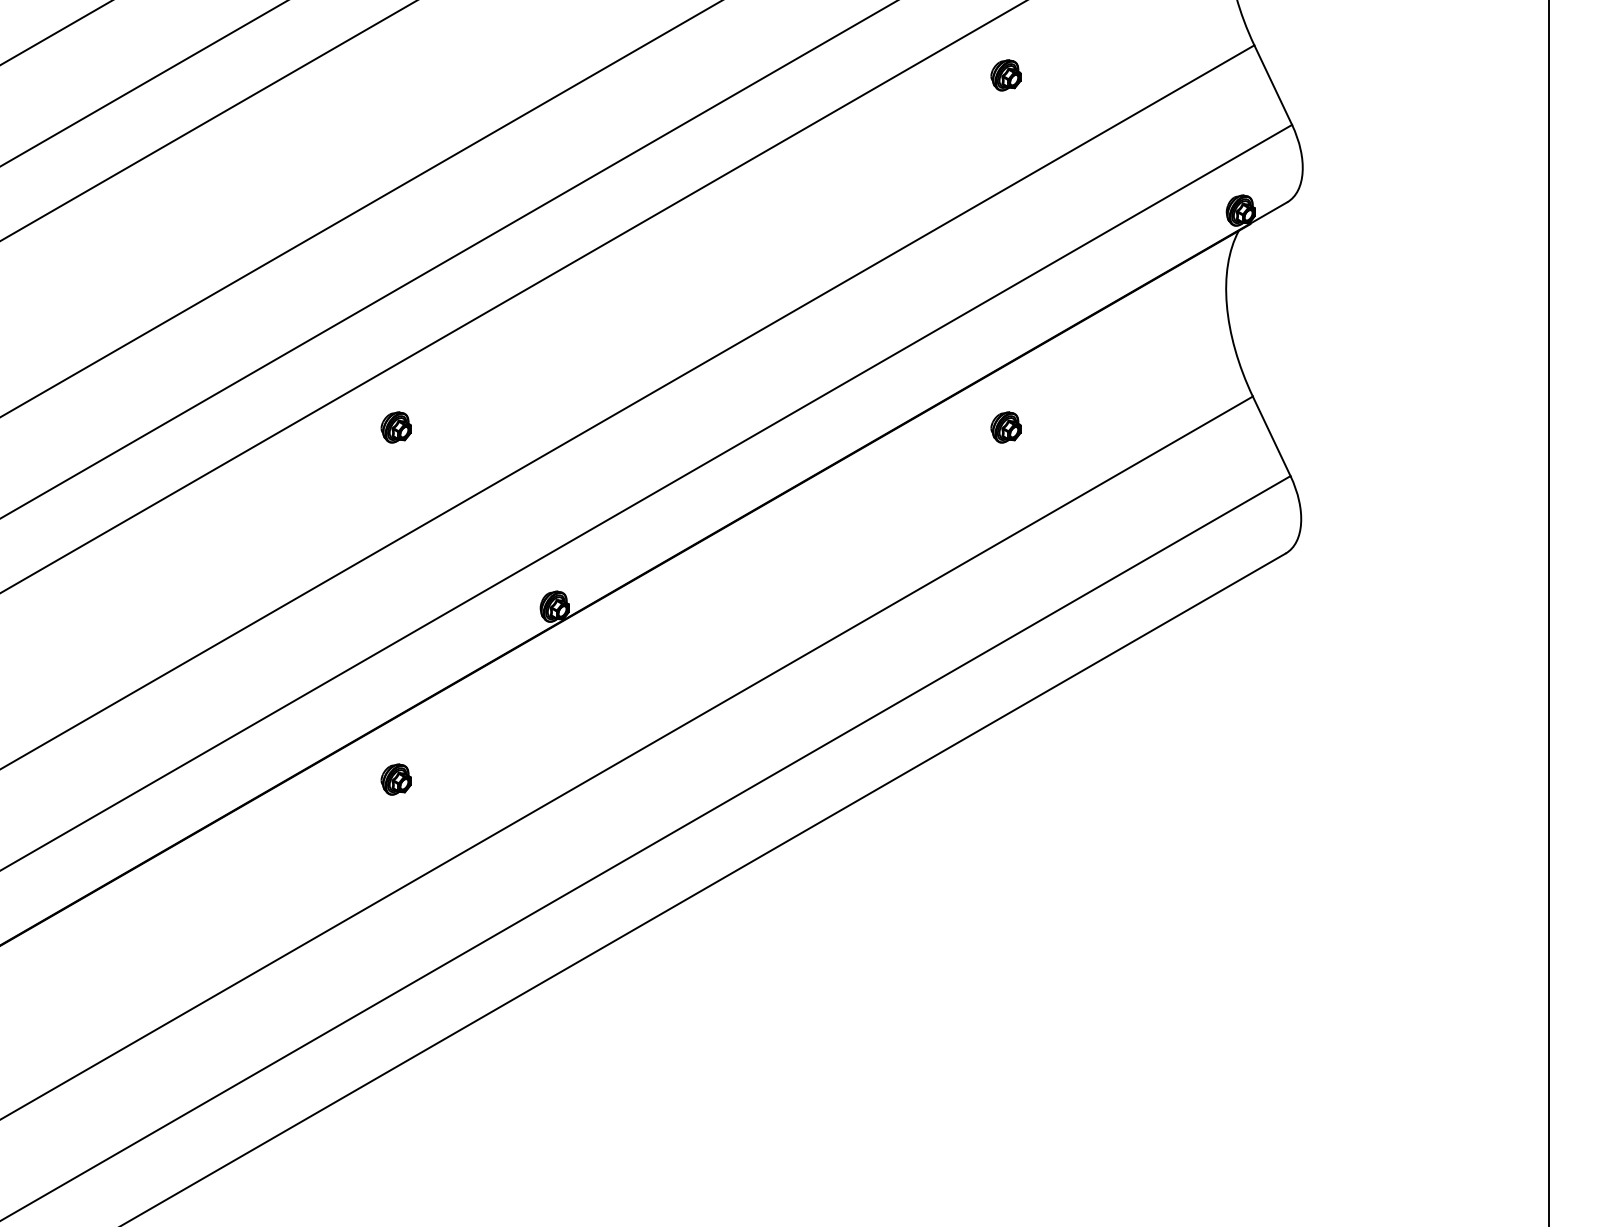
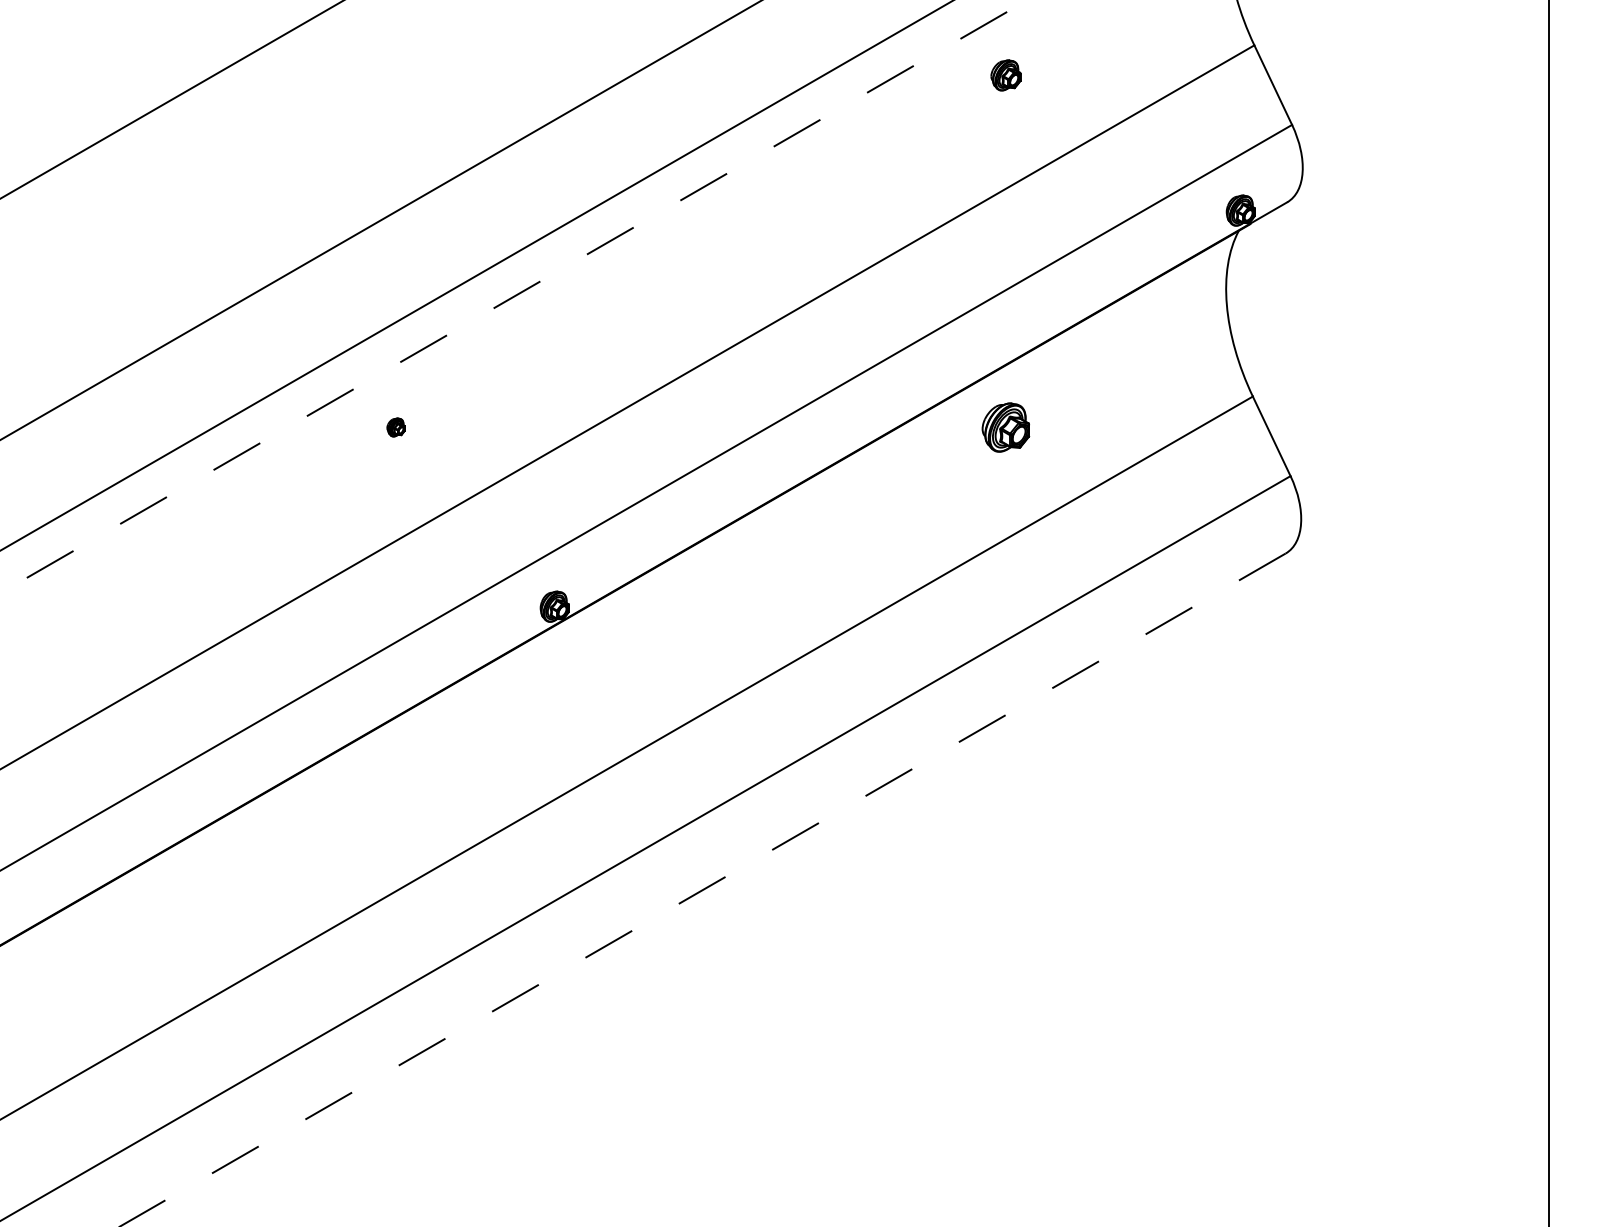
line at (55, 32): present -> none
line at (143, 83): present -> none
line at (208, 120) position: (208, 120) -> (171, 99)
line at (360, 208) position: (360, 208) -> (380, 220)
line at (448, 259) position: (448, 259) -> (476, 275)
line at (513, 296): solid -> dashed
part at (395, 427) size: 32x33 px -> 20x21 px
part at (1005, 427) size: 32x33 px -> 50x51 px
part at (395, 779): present -> none
line at (702, 890): solid -> dashed
